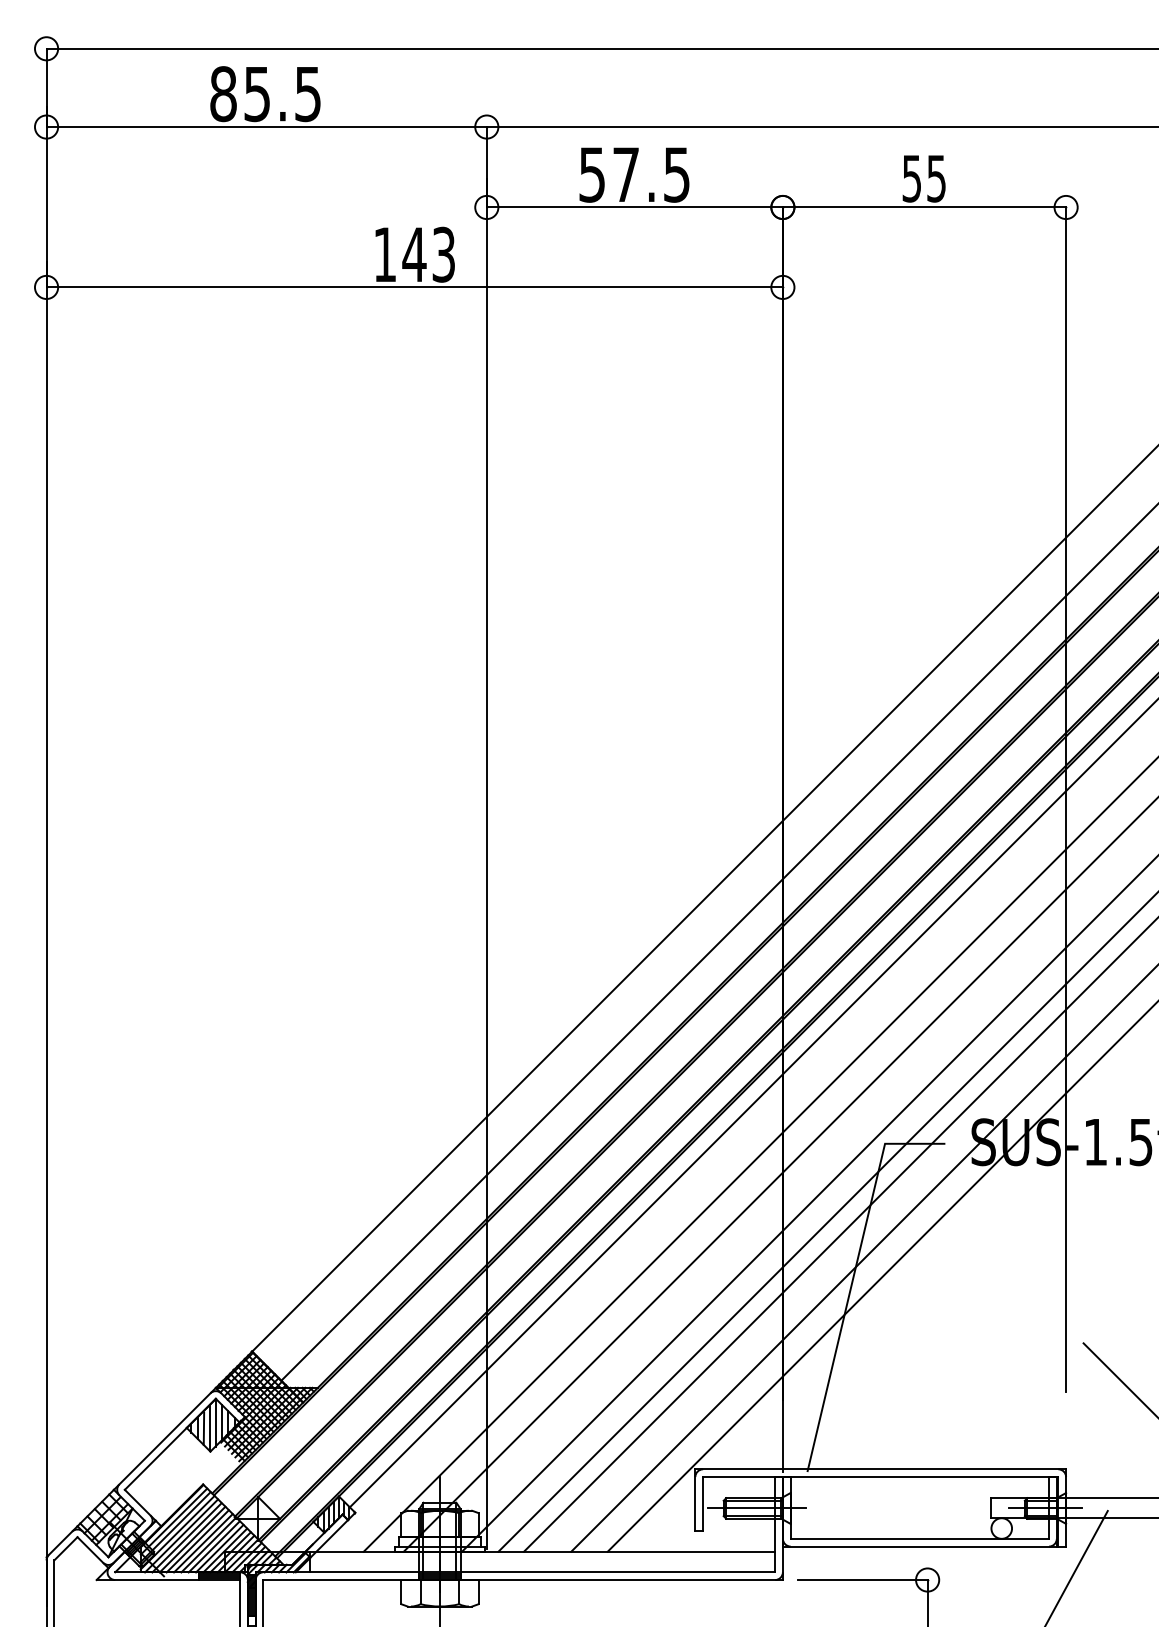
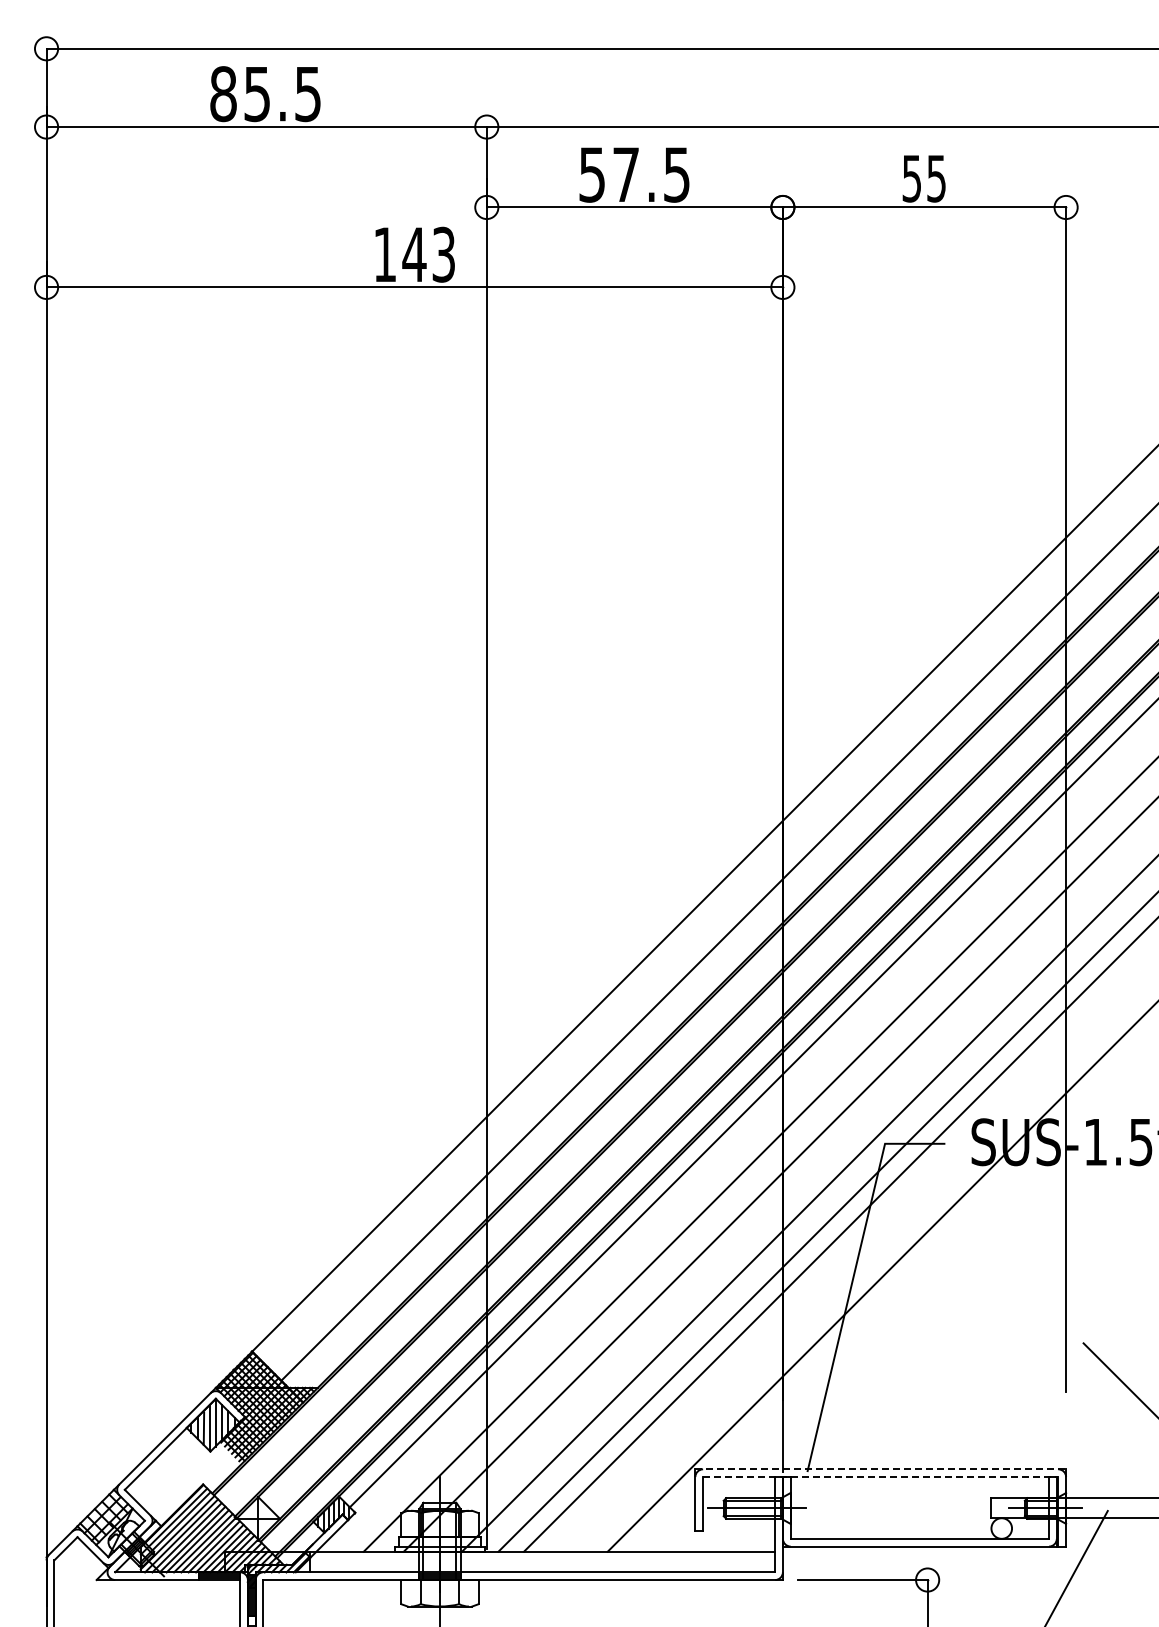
line at (863, 1259): present -> none
line at (881, 1469): solid -> dashed
line at (880, 1477): solid -> dashed
